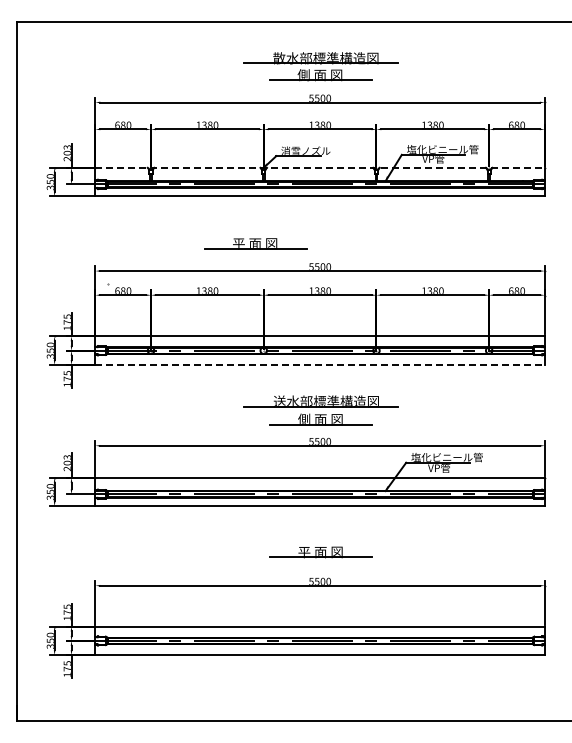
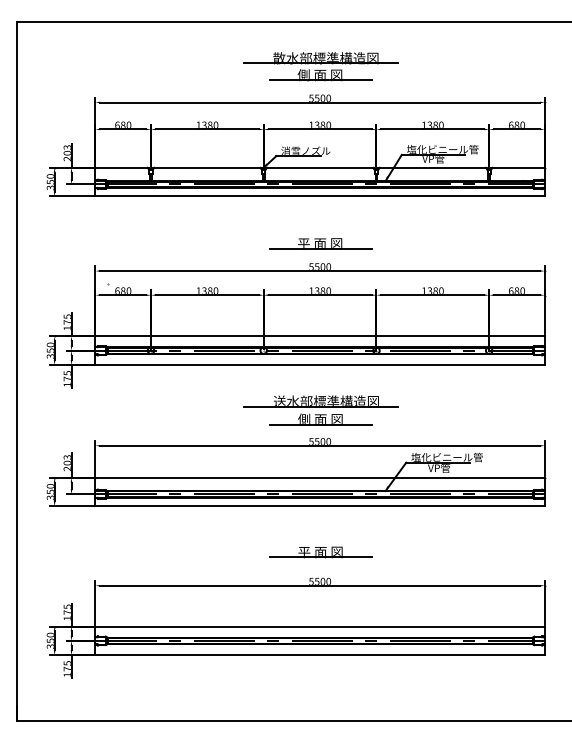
line at (320, 167): dashed -> solid
part at (255, 243) position: (255, 243) -> (320, 243)
line at (320, 365): dashed -> solid
